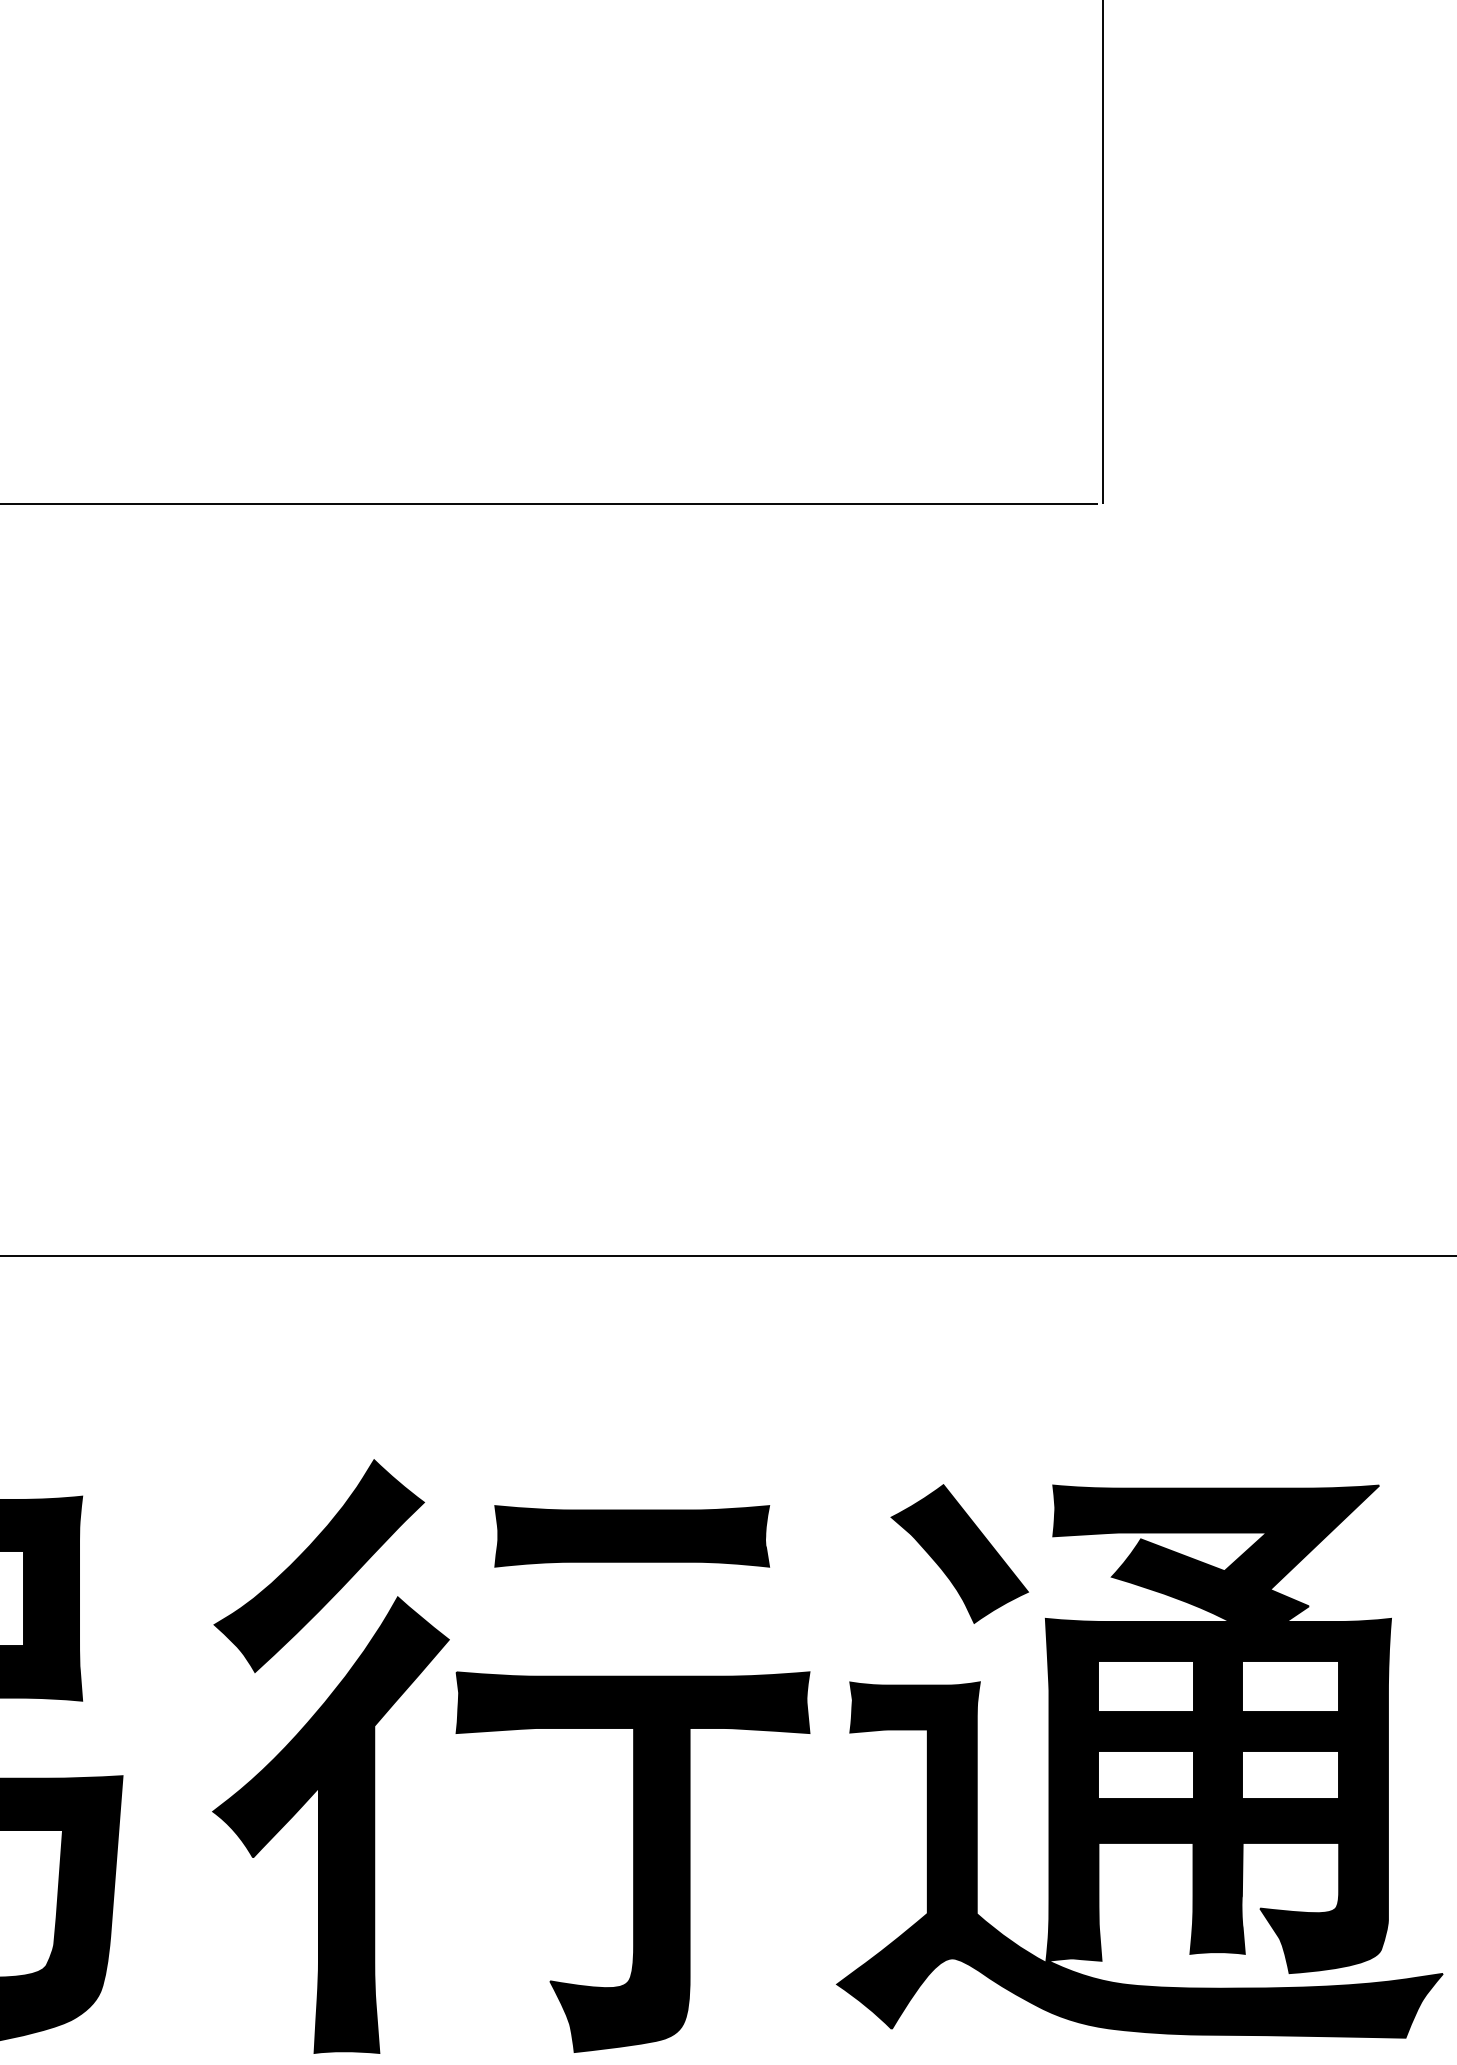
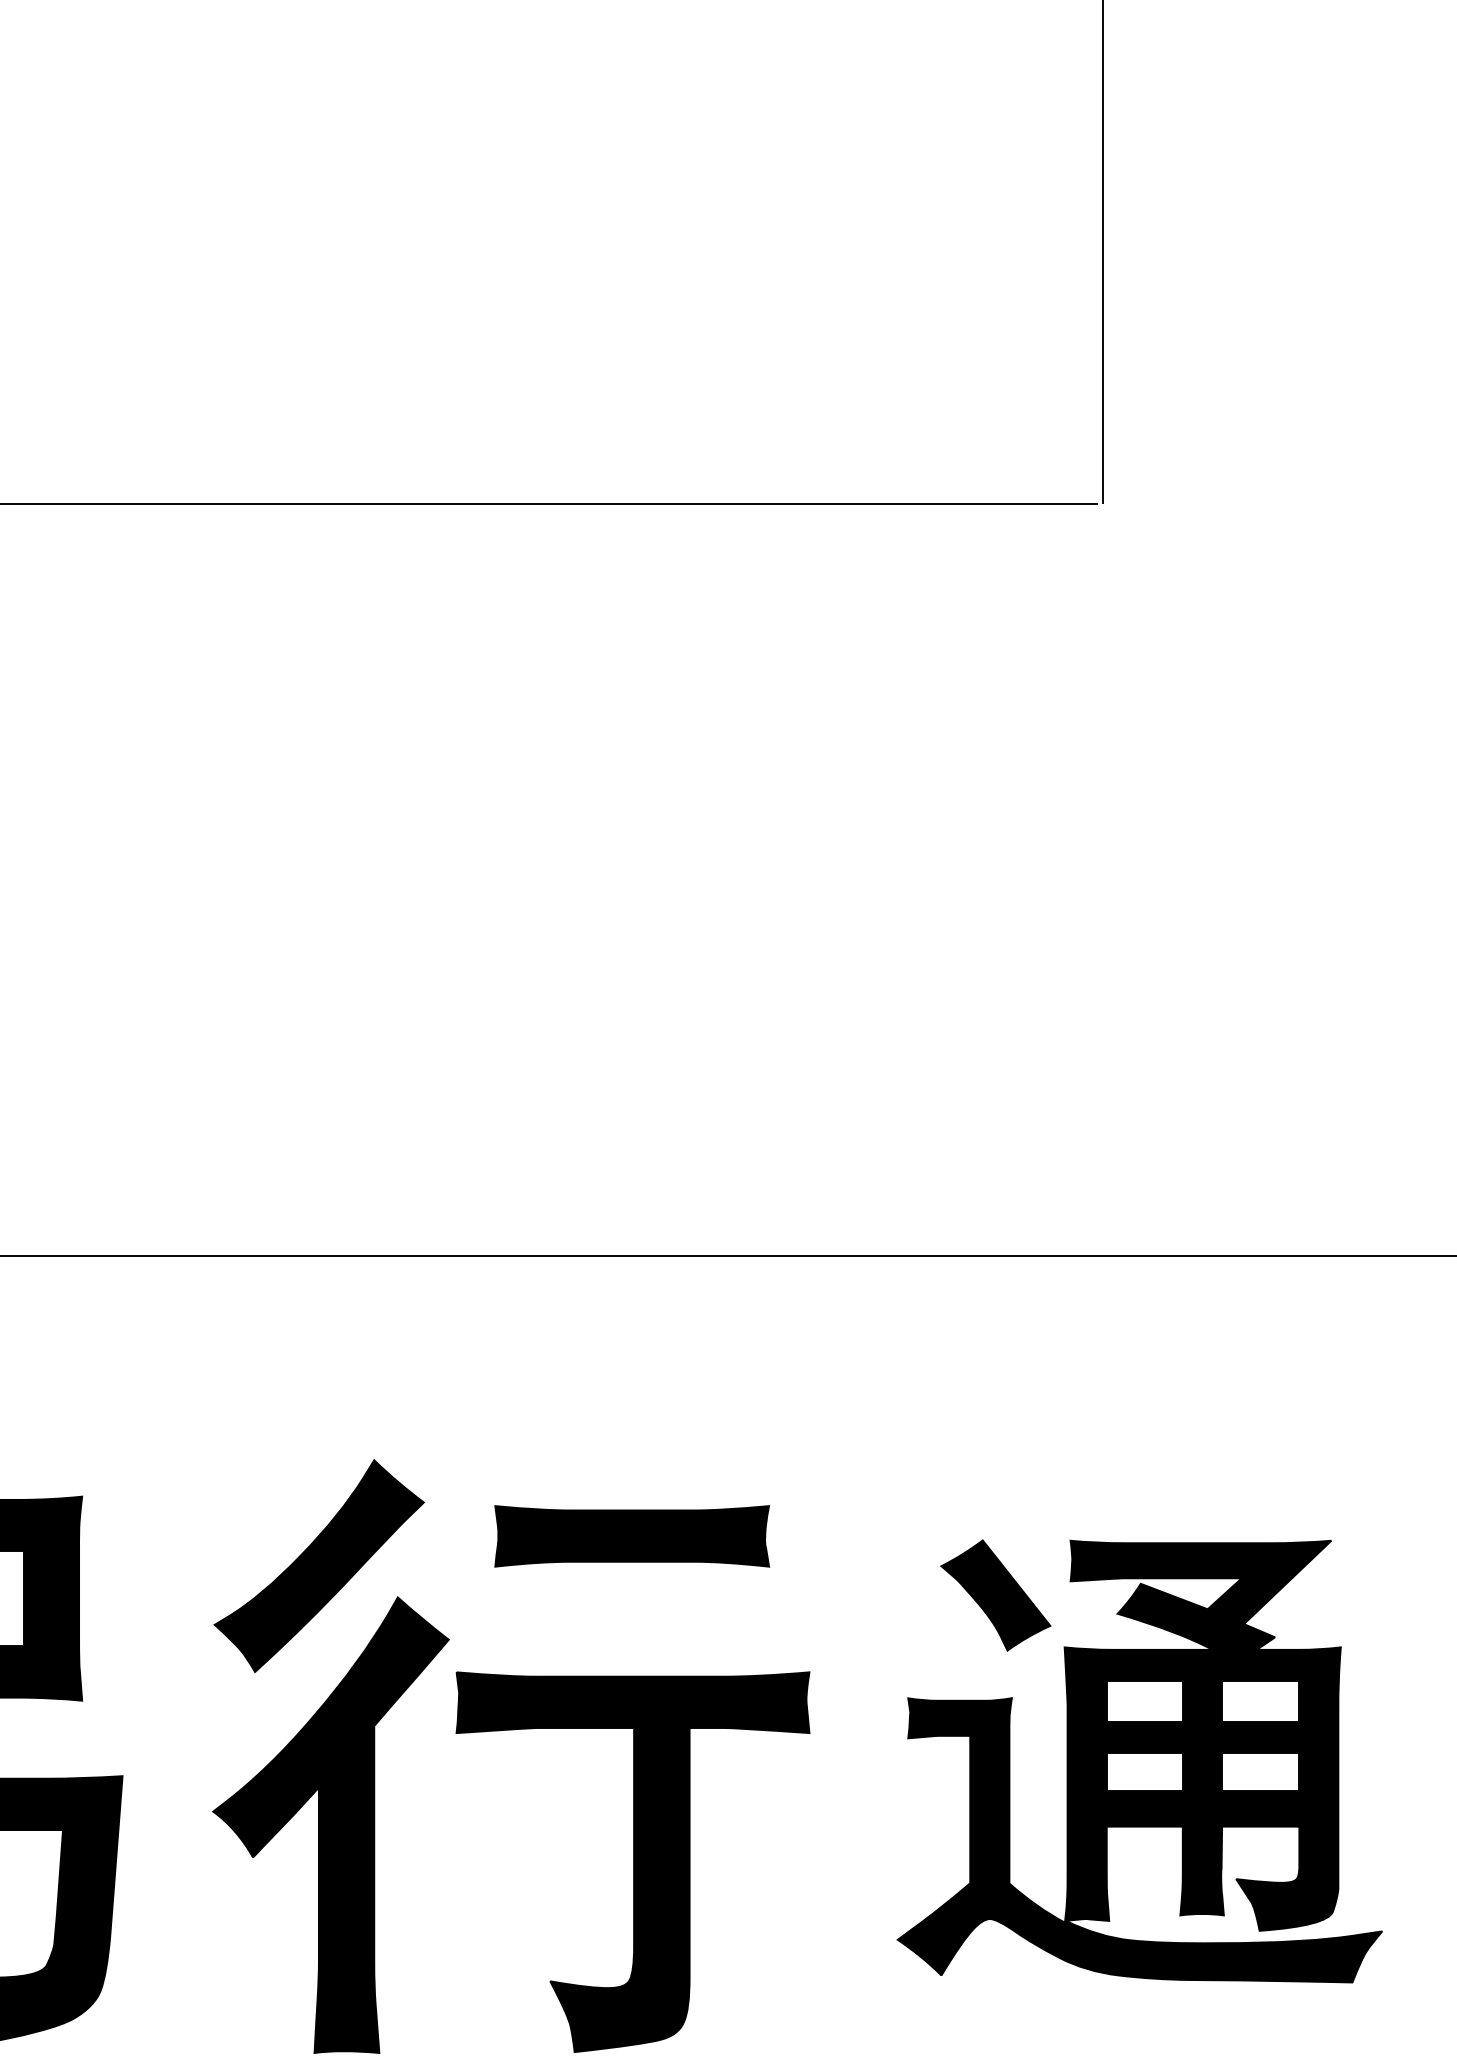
part at (1139, 1761) size: 608x555 px -> 487x445 px
